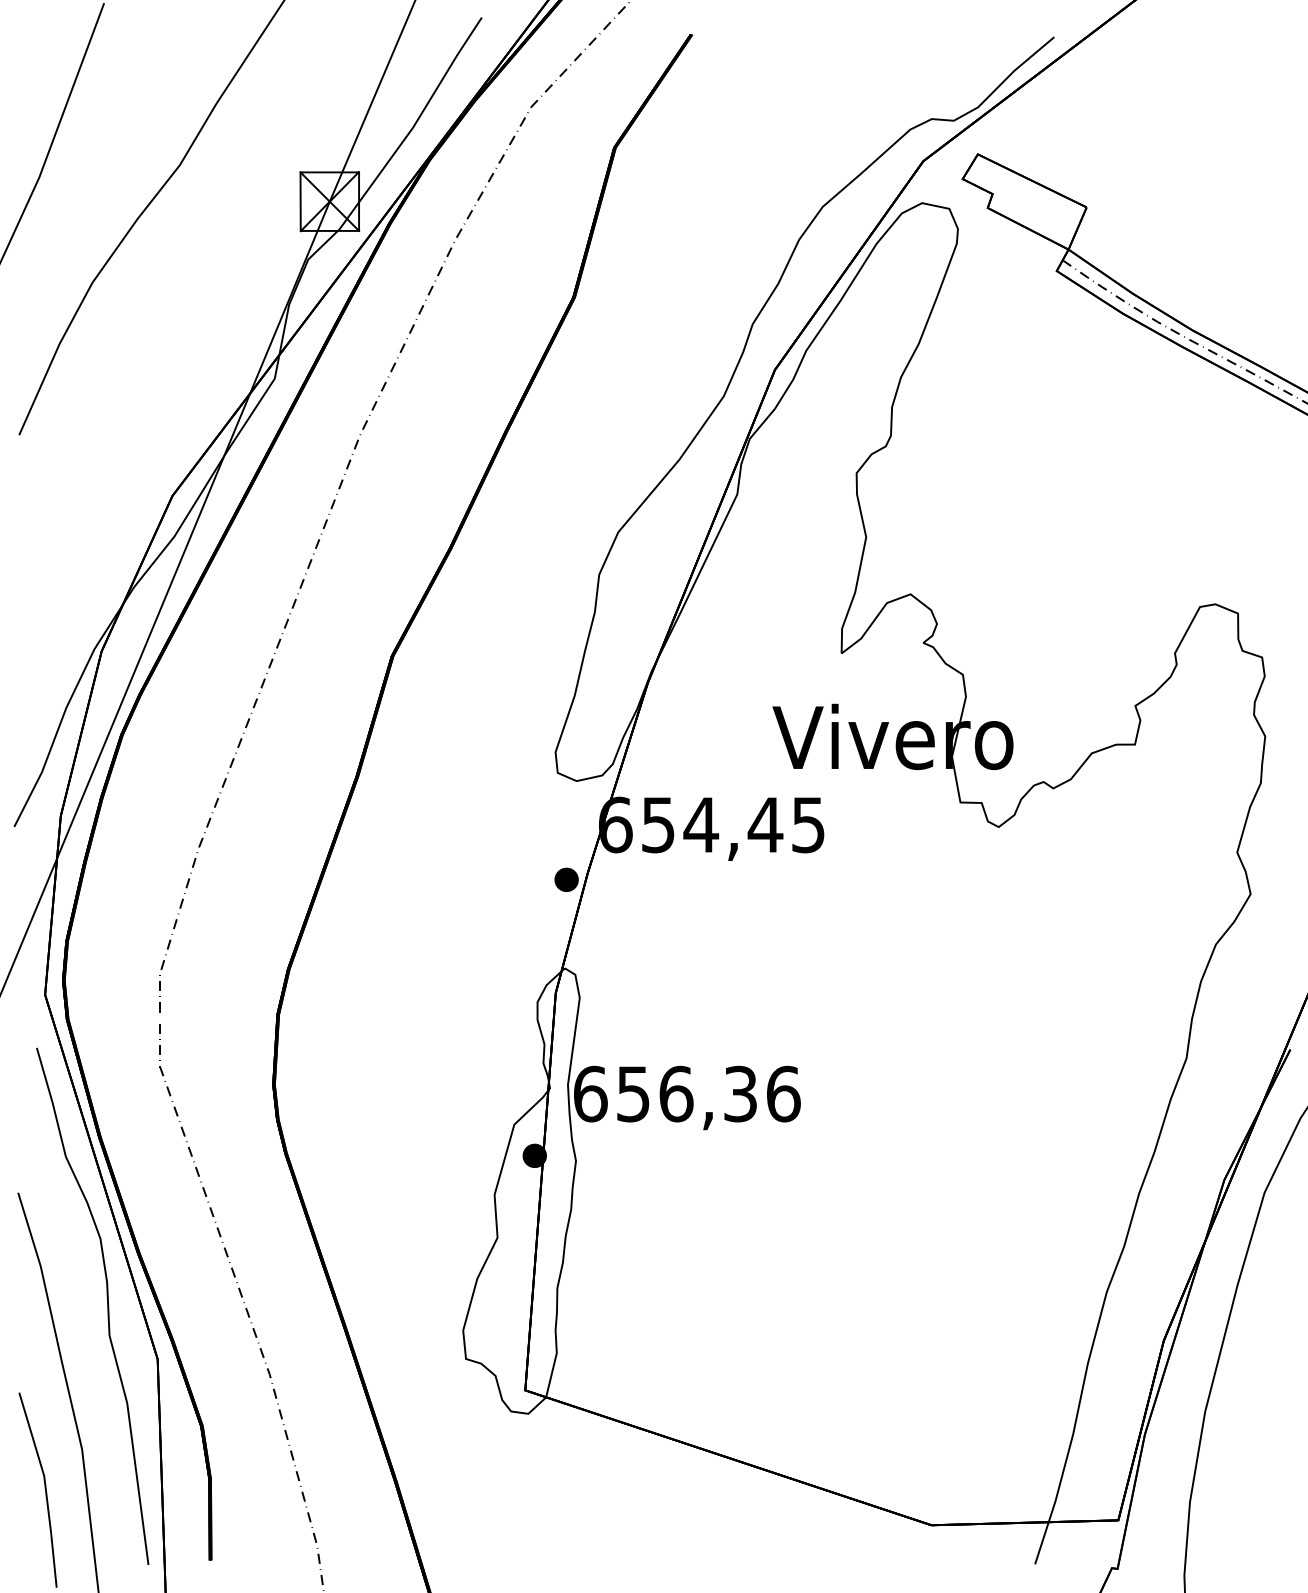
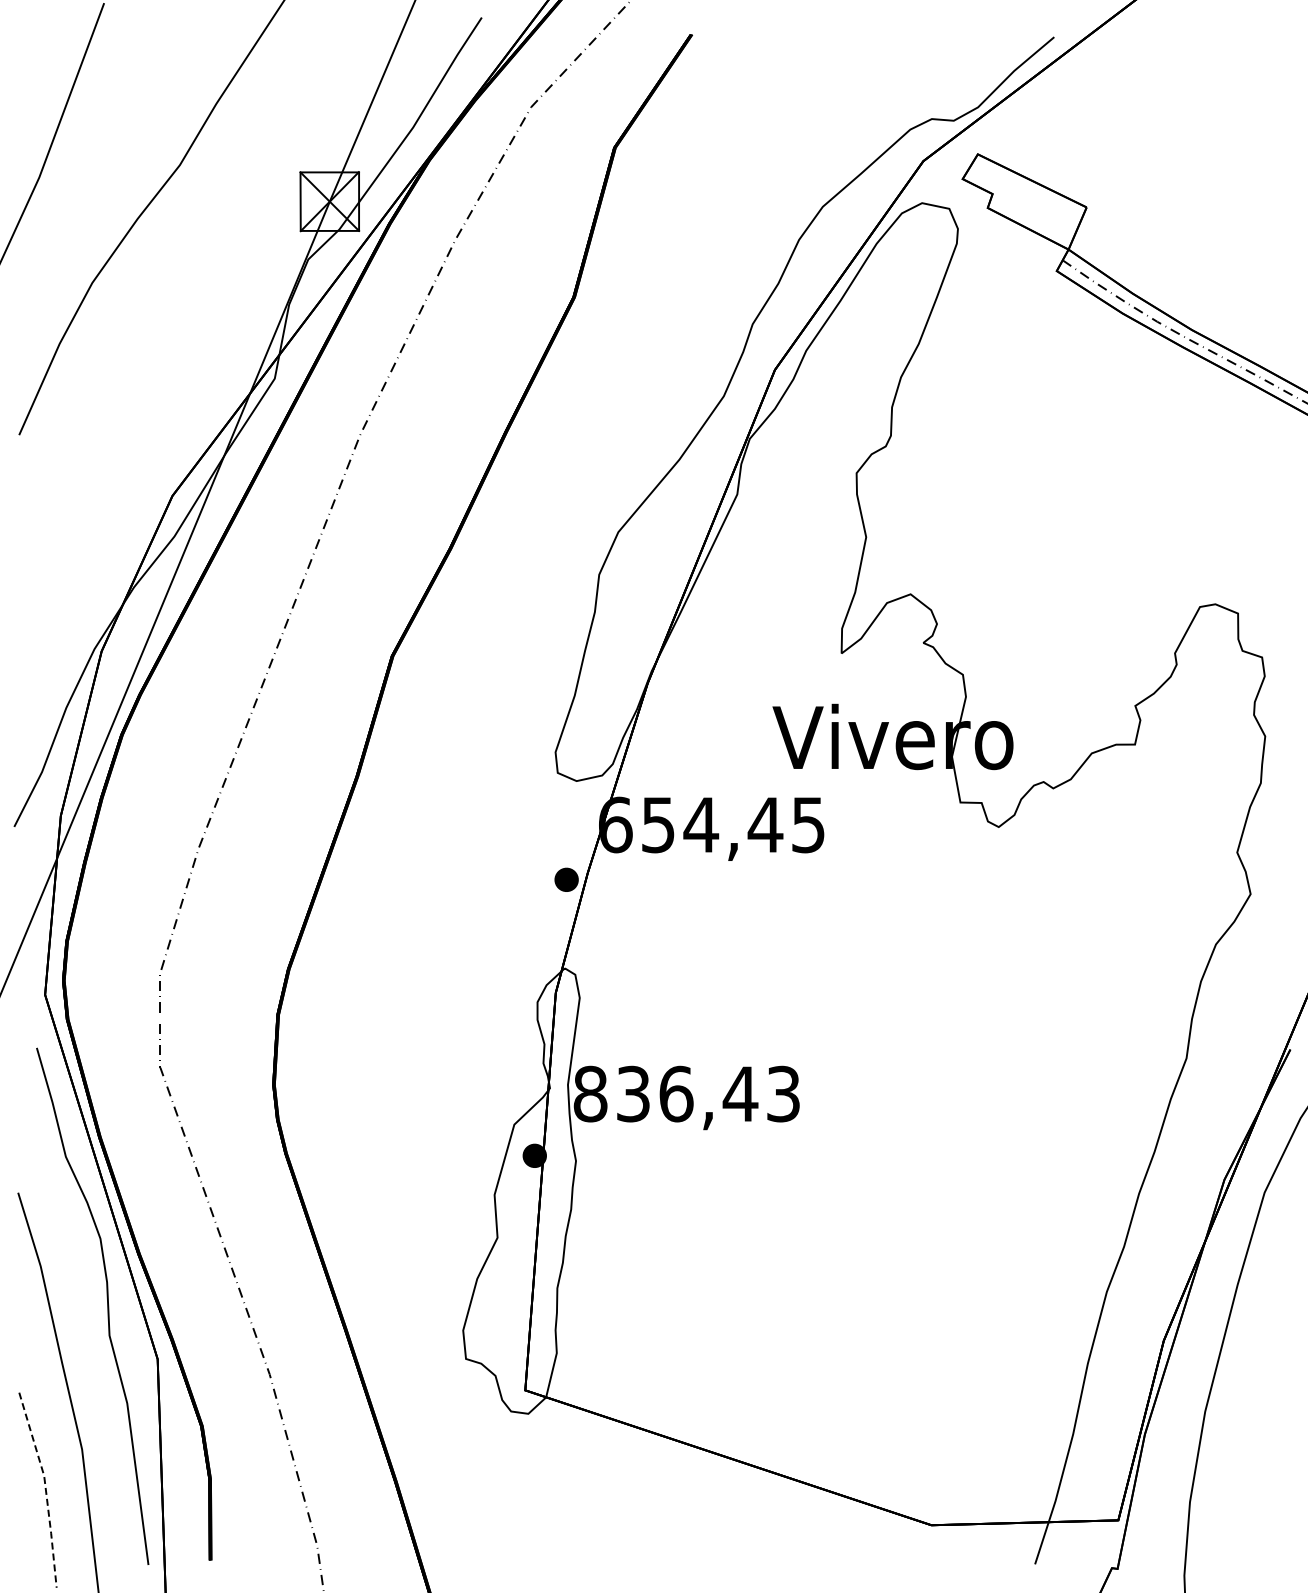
text at (686, 1093): 656,36 -> 836,43
line at (45, 1488): solid -> dashed
